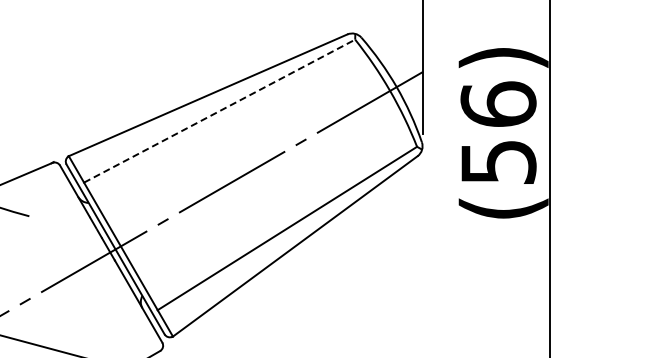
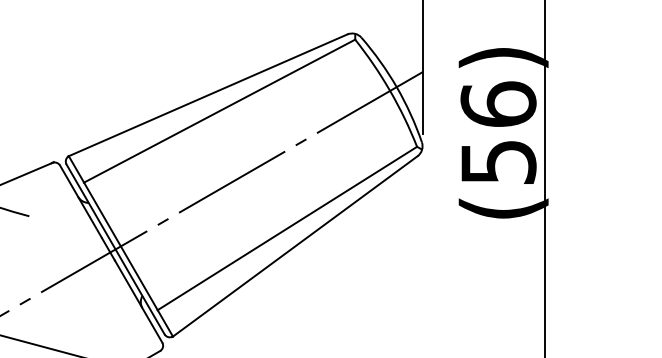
line at (220, 110): dashed -> solid
line at (550, 178) position: (550, 178) -> (545, 178)
